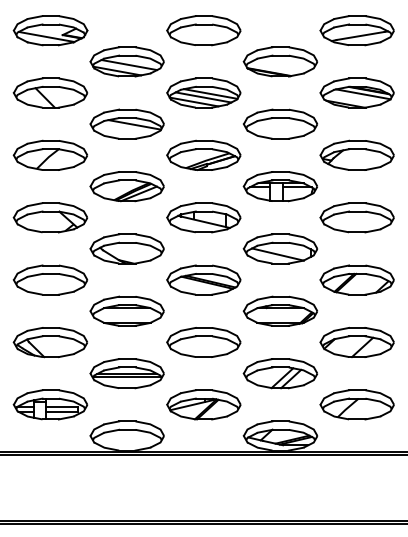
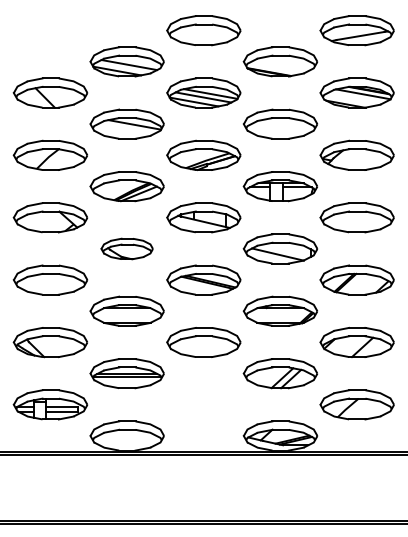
part at (50, 30): present -> none
part at (126, 248) size: 76x32 px -> 54x24 px
part at (203, 404): present -> none
